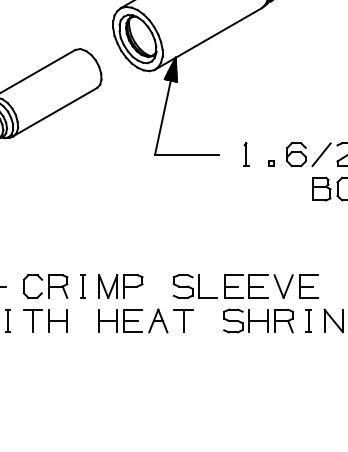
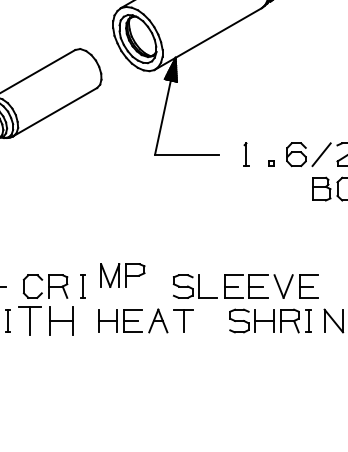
part at (120, 286) position: (120, 286) -> (122, 275)
part at (45, 320) size: 45x24 px -> 56x30 px
part at (258, 320) position: (258, 320) -> (264, 320)
